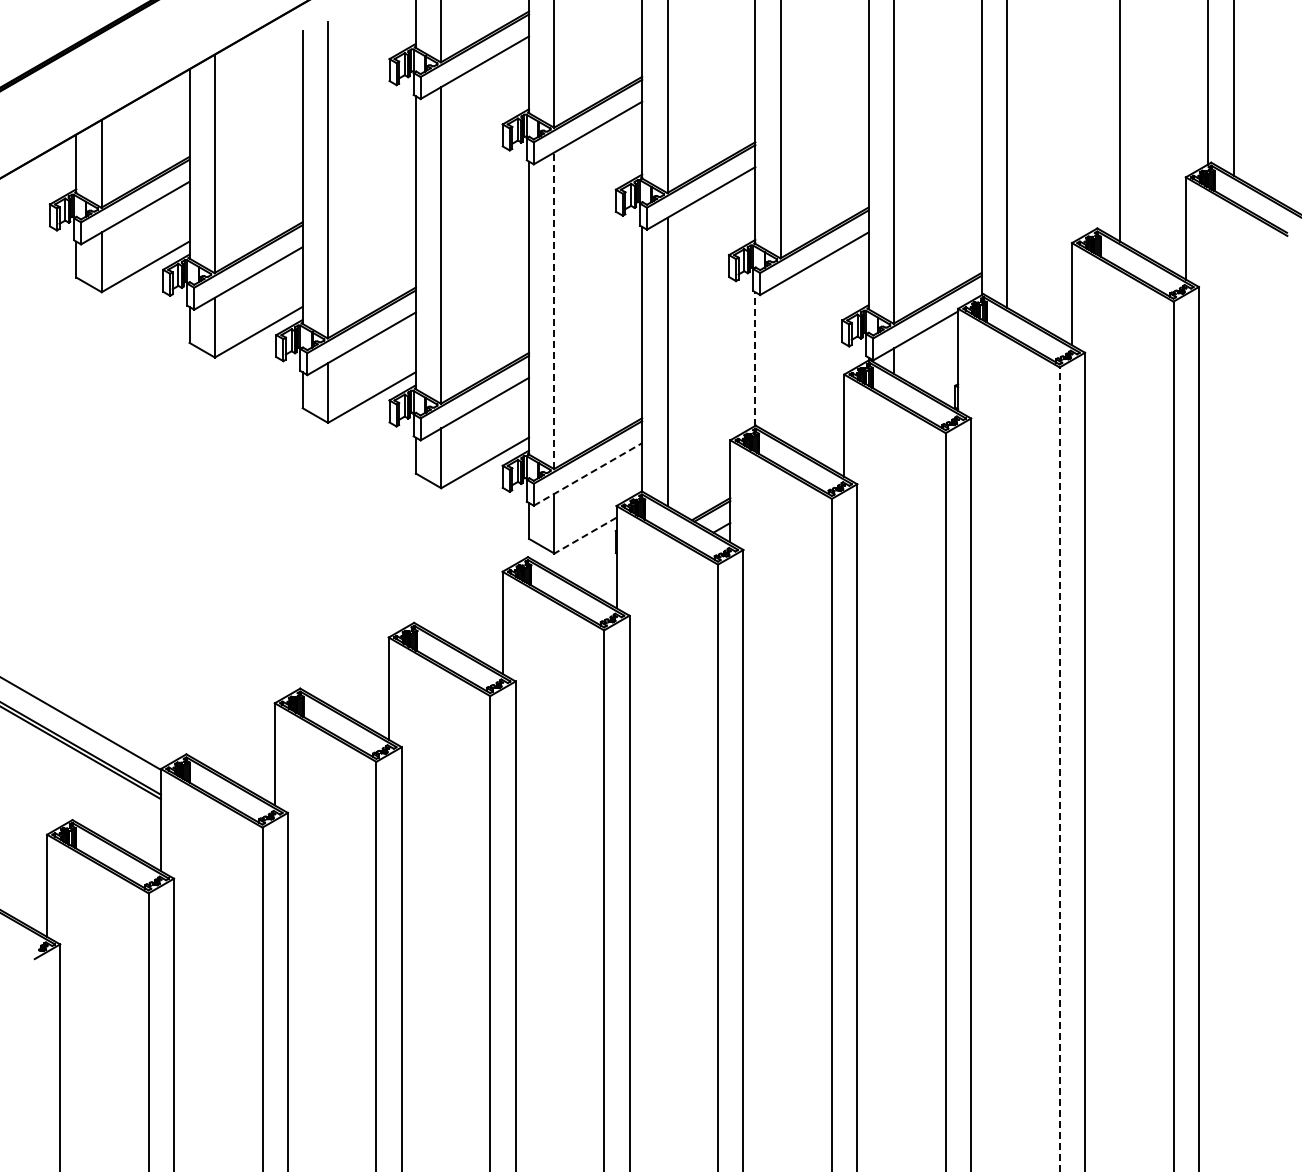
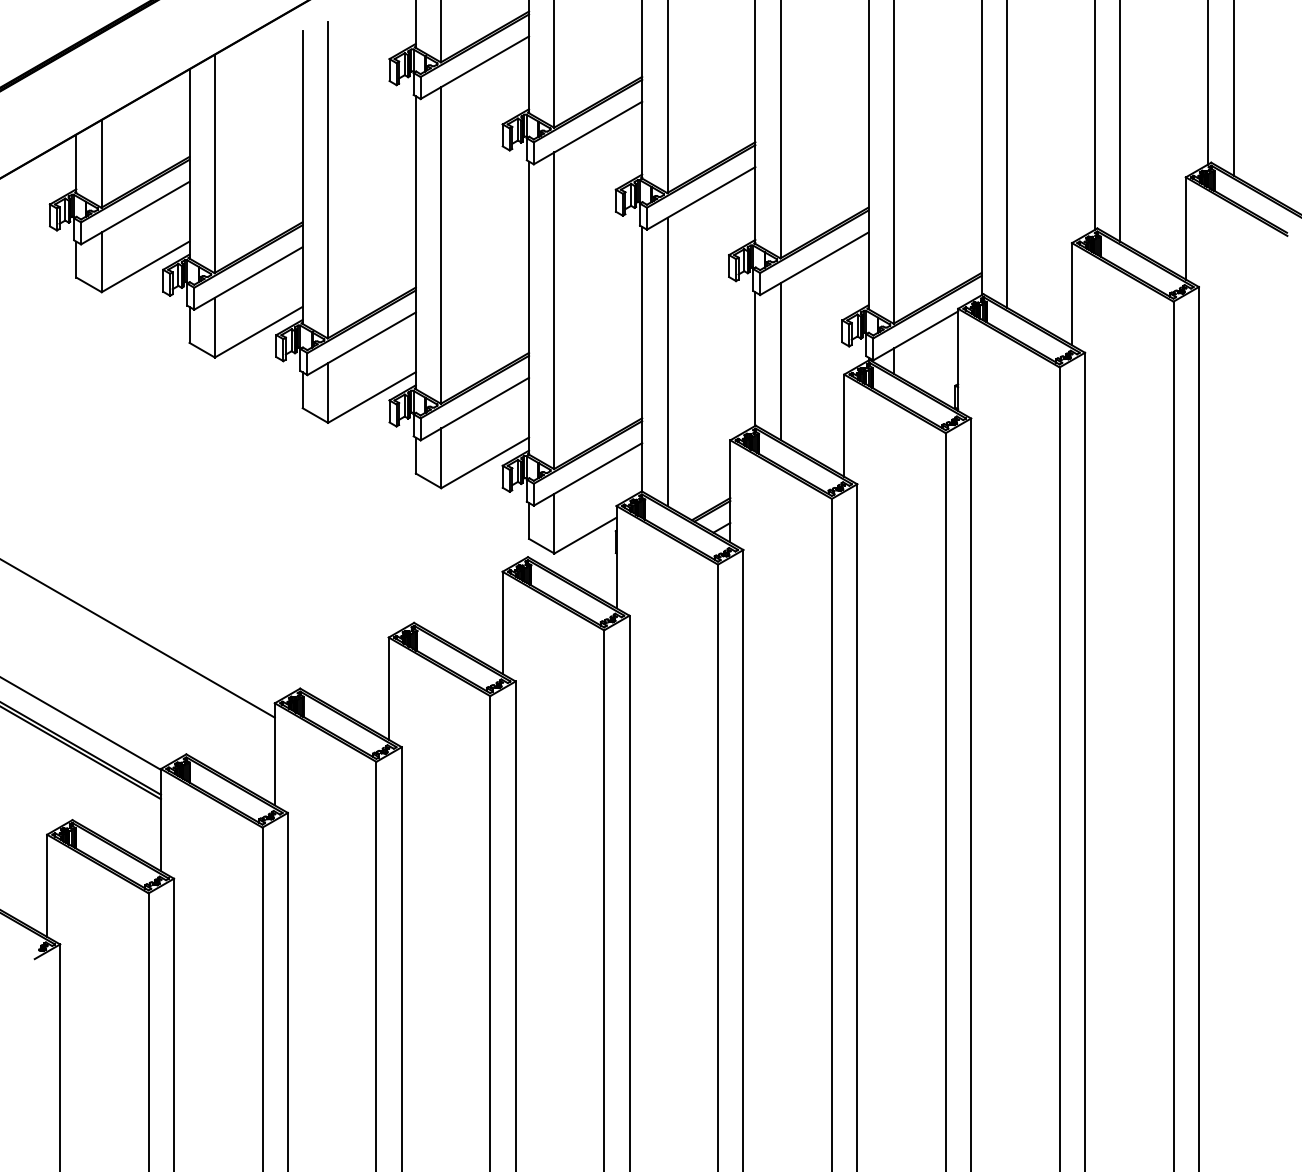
line at (1094, 115): none -> present
line at (554, 310): dashed -> solid
line at (755, 359): dashed -> solid
line at (780, 361): none -> present
line at (588, 474): dashed -> solid
line at (585, 535): dashed -> solid
line at (138, 638): none -> present
line at (1059, 769): dashed -> solid
